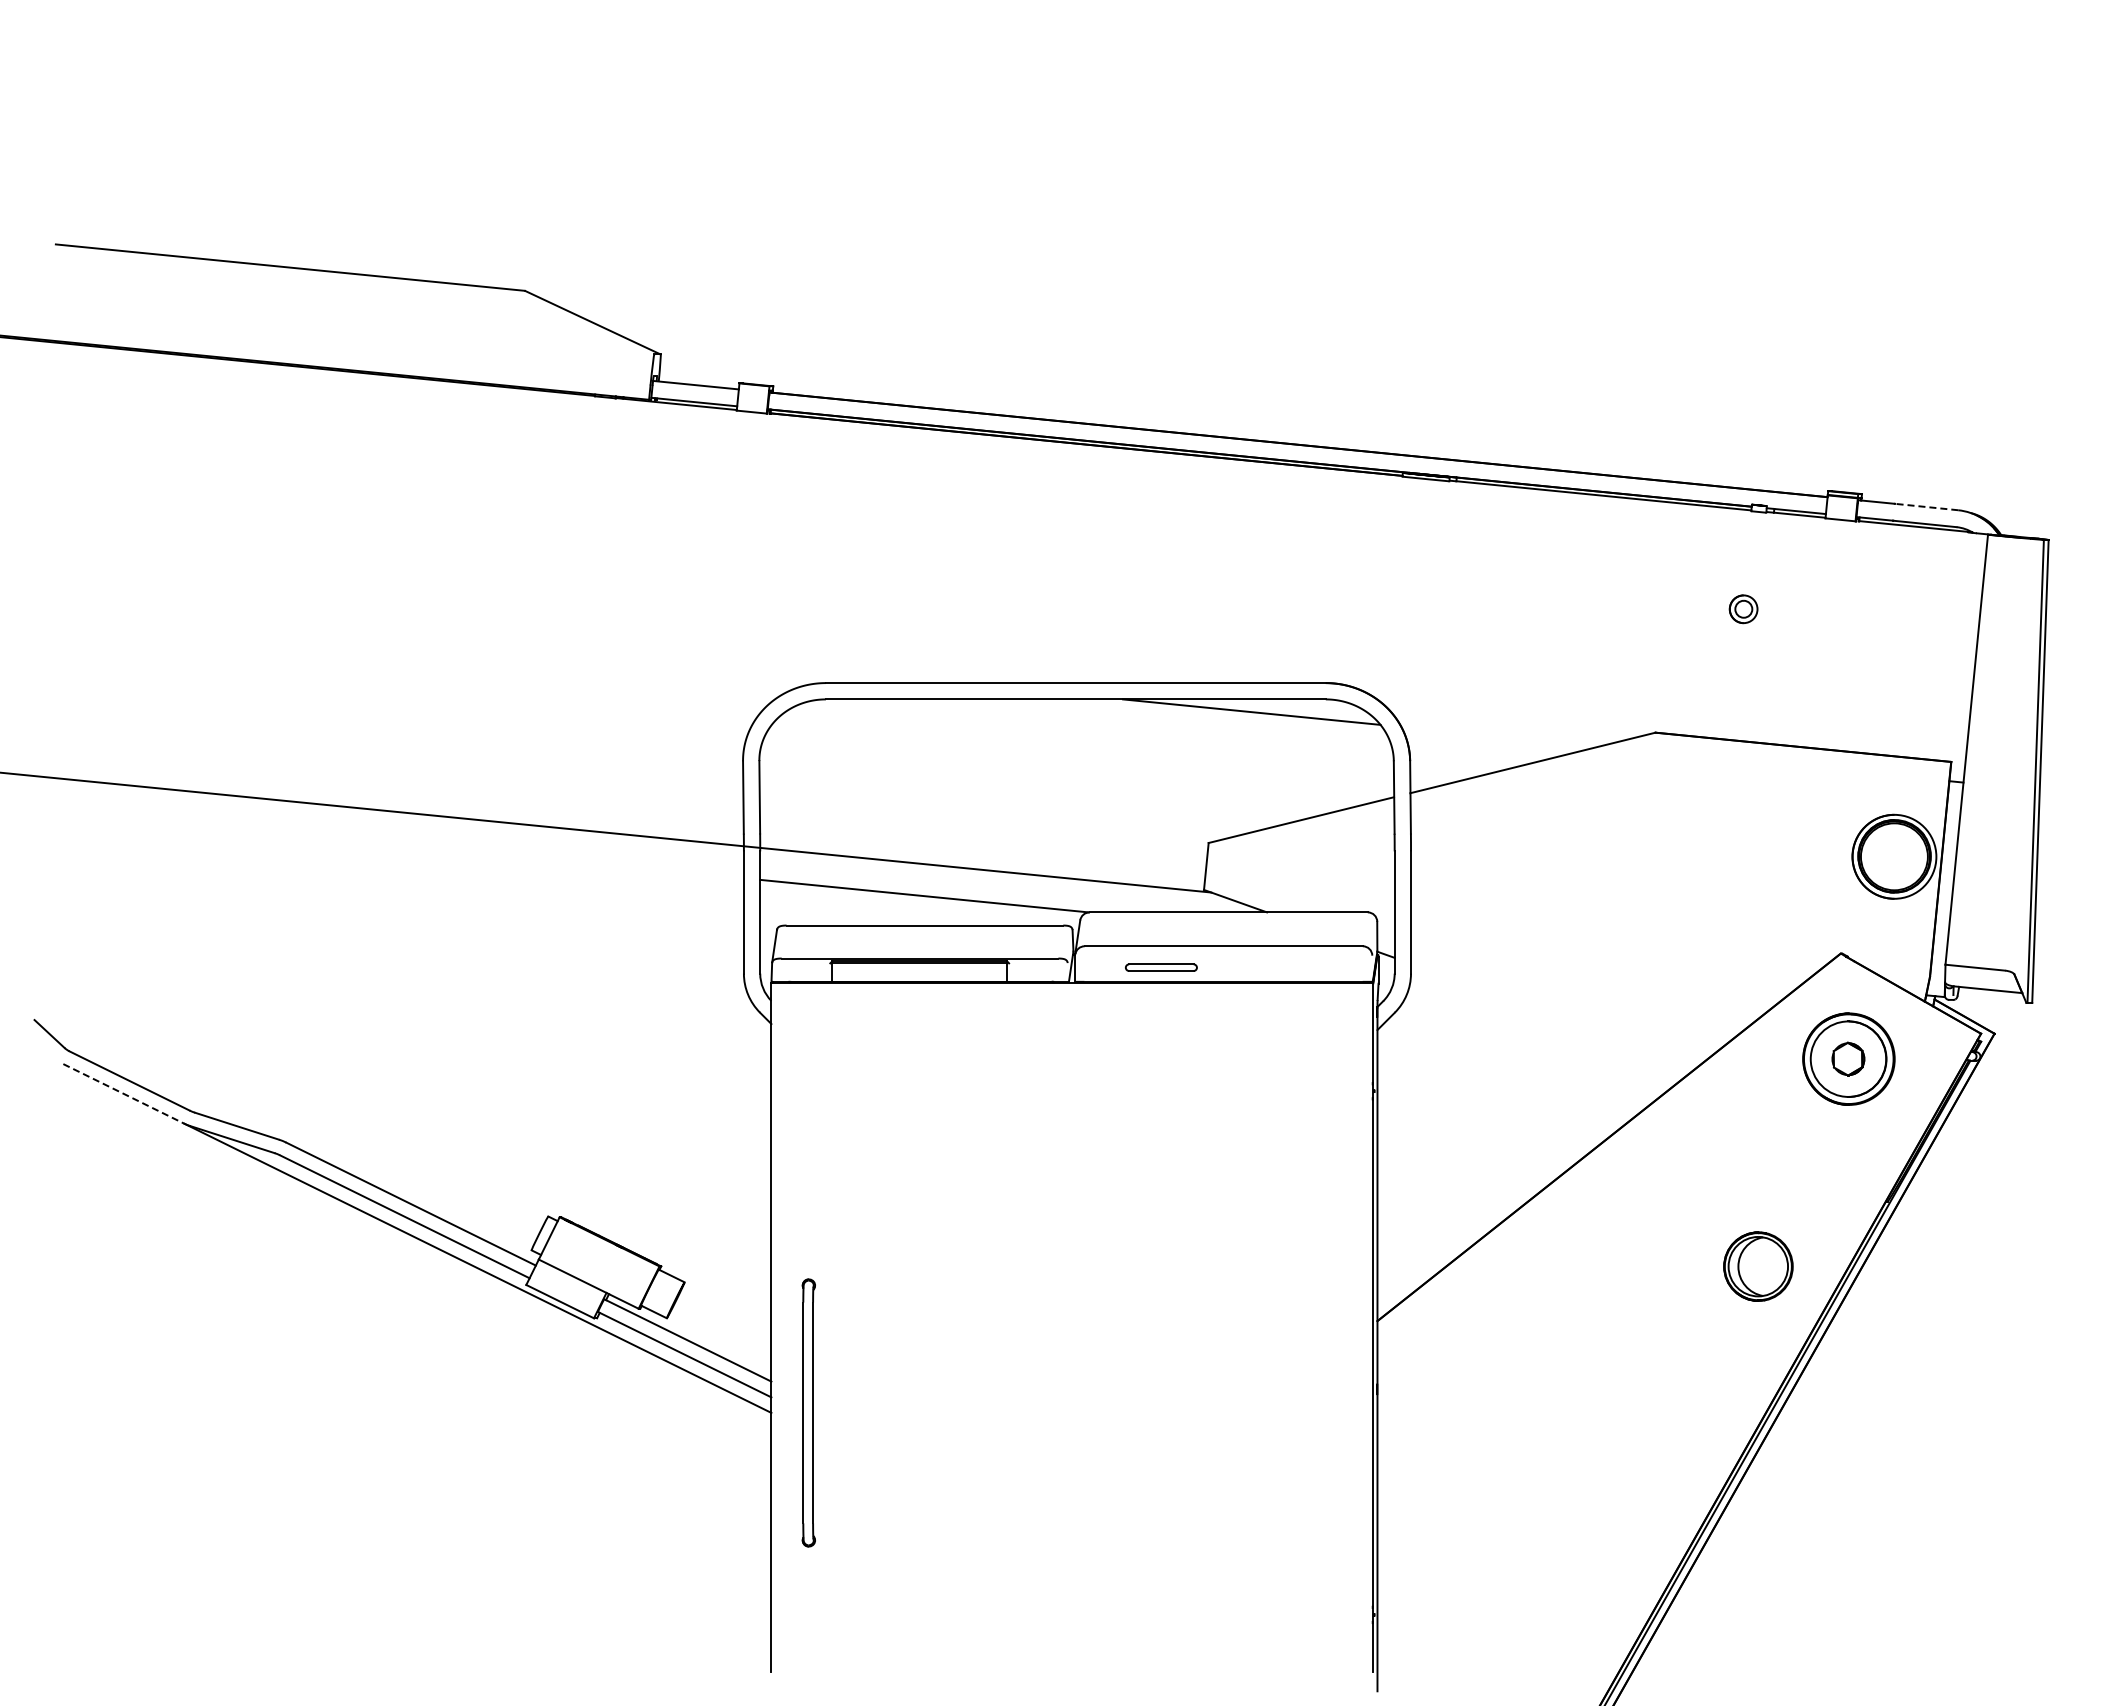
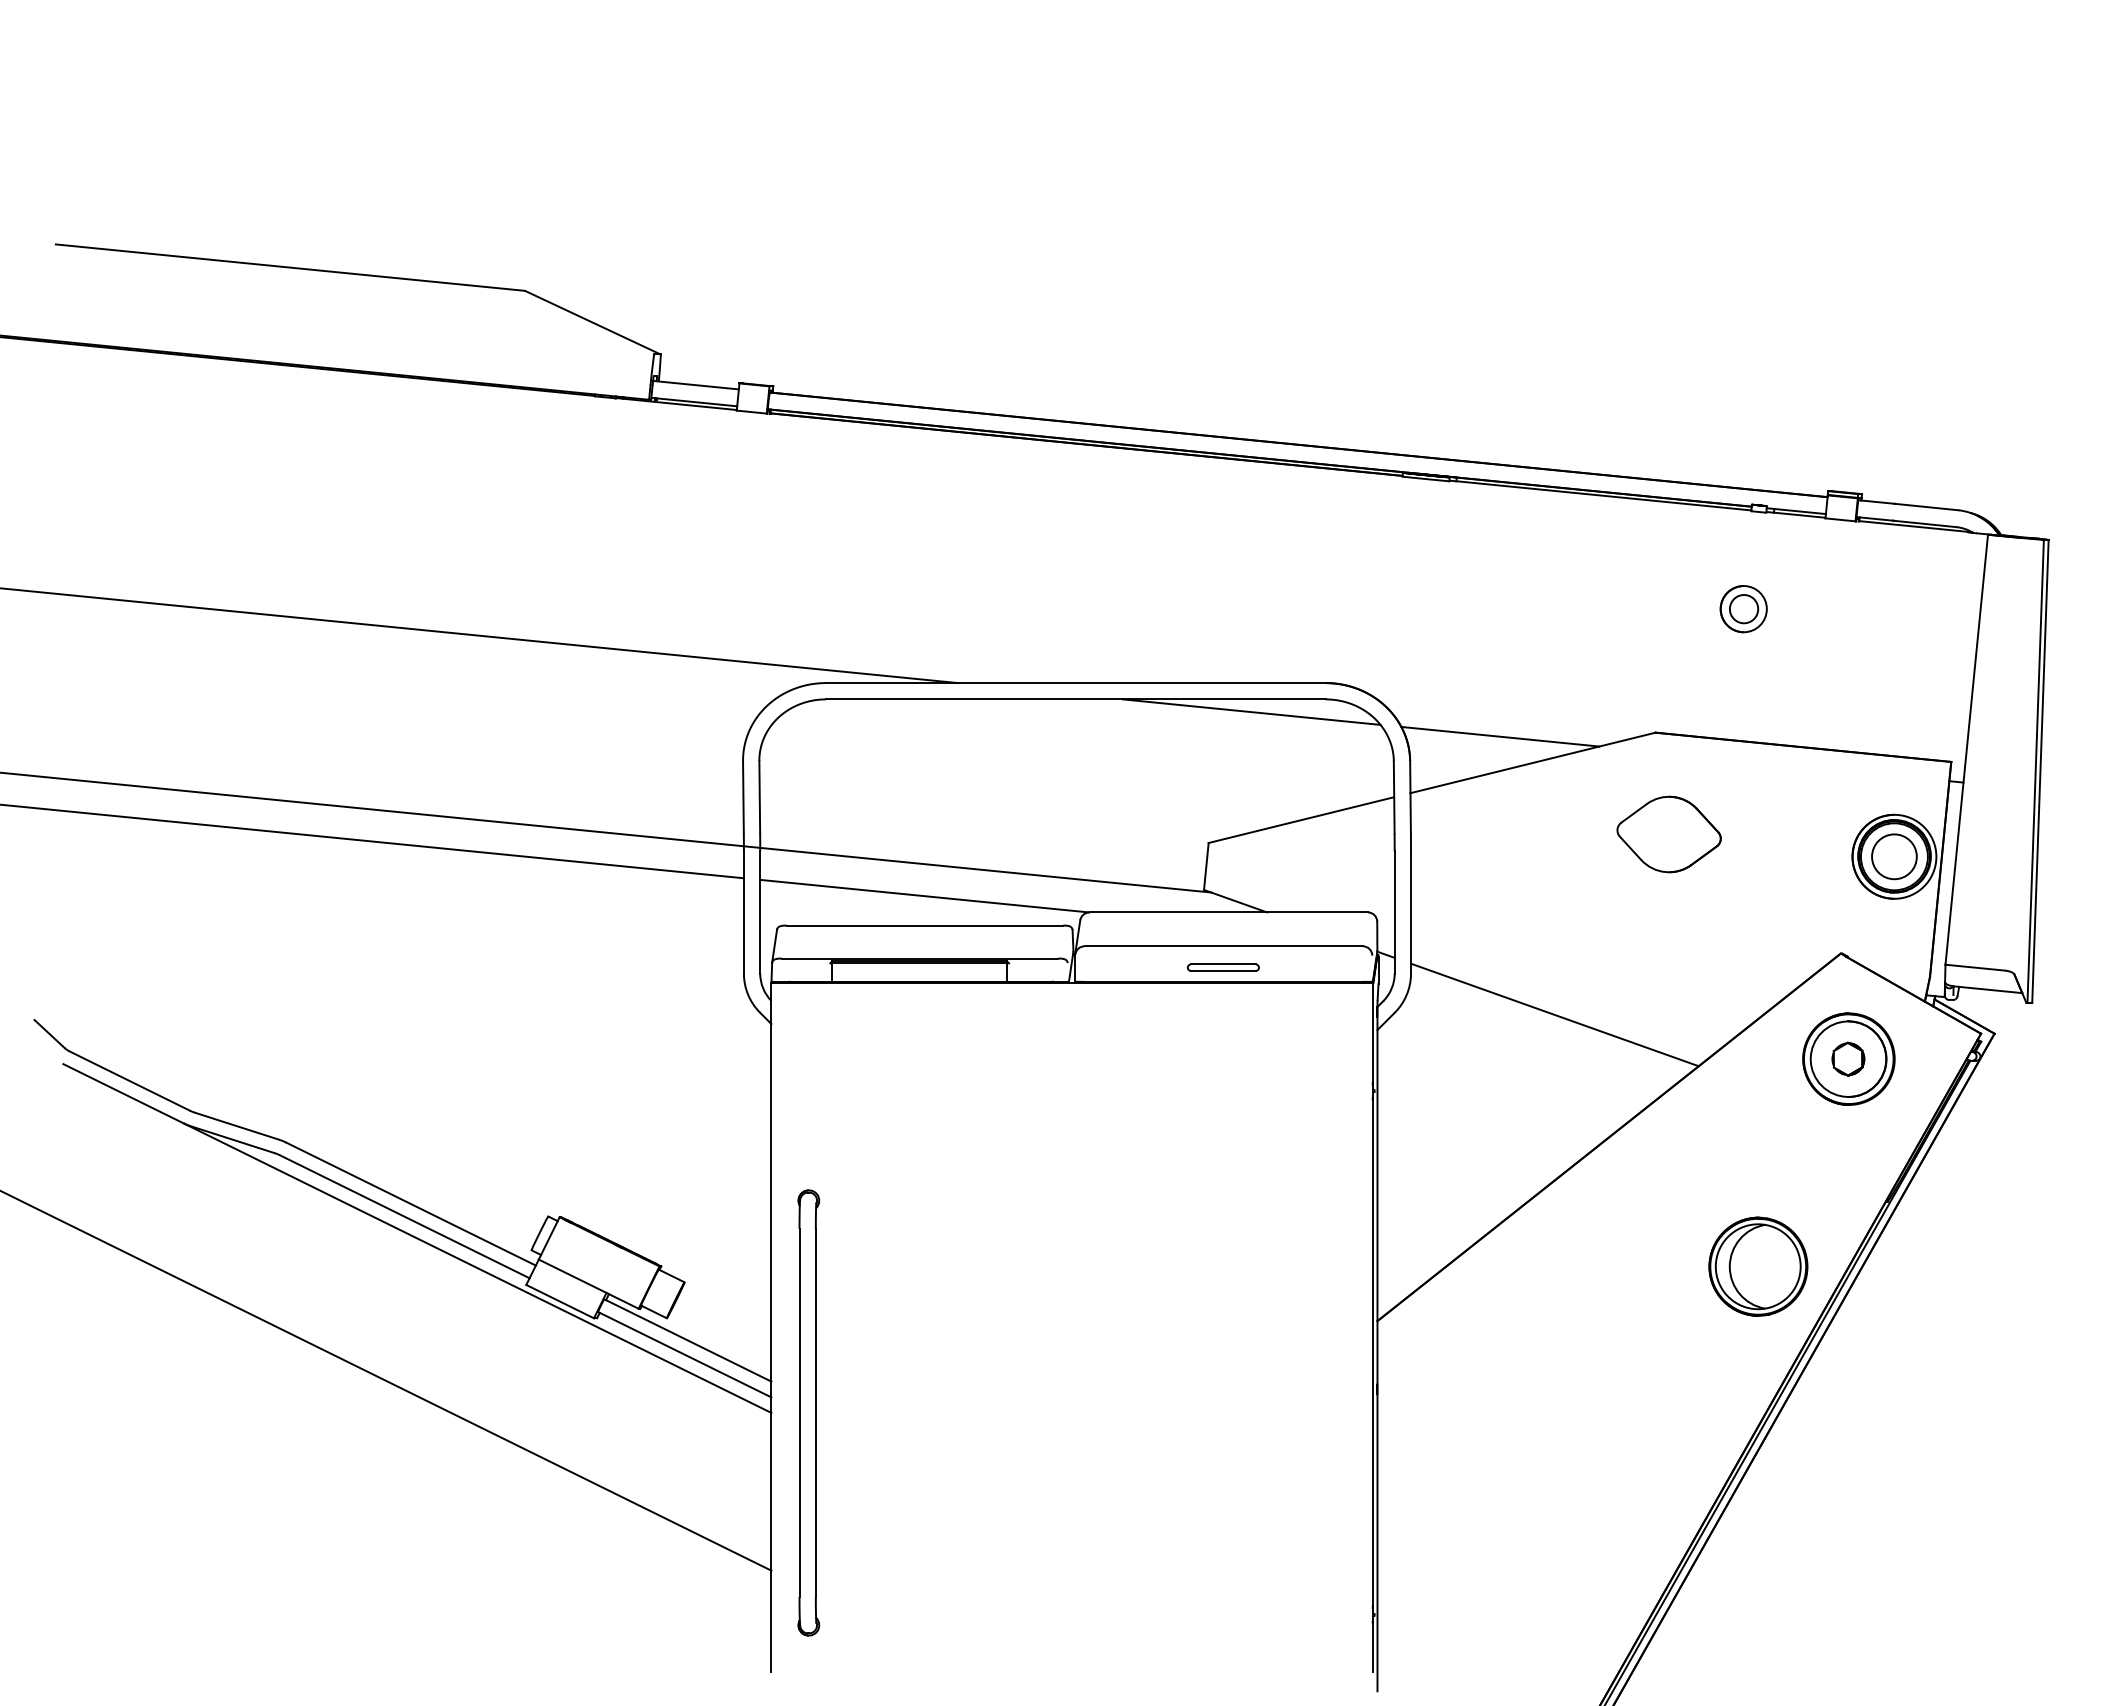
line at (1926, 507): dashed -> solid
part at (1743, 609) size: 31x31 px -> 49x49 px
line at (480, 635): none -> present
line at (1500, 736): none -> present
part at (1668, 834): none -> present
line at (372, 841): none -> present
part at (1894, 856): none -> present
part at (1161, 967) position: (1161, 967) -> (1223, 967)
line at (1554, 1014): none -> present
line at (123, 1093): dashed -> solid
part at (1758, 1266) size: 71x71 px -> 101x101 px
line at (386, 1380): none -> present
part at (808, 1412) size: 15x270 px -> 24x448 px
